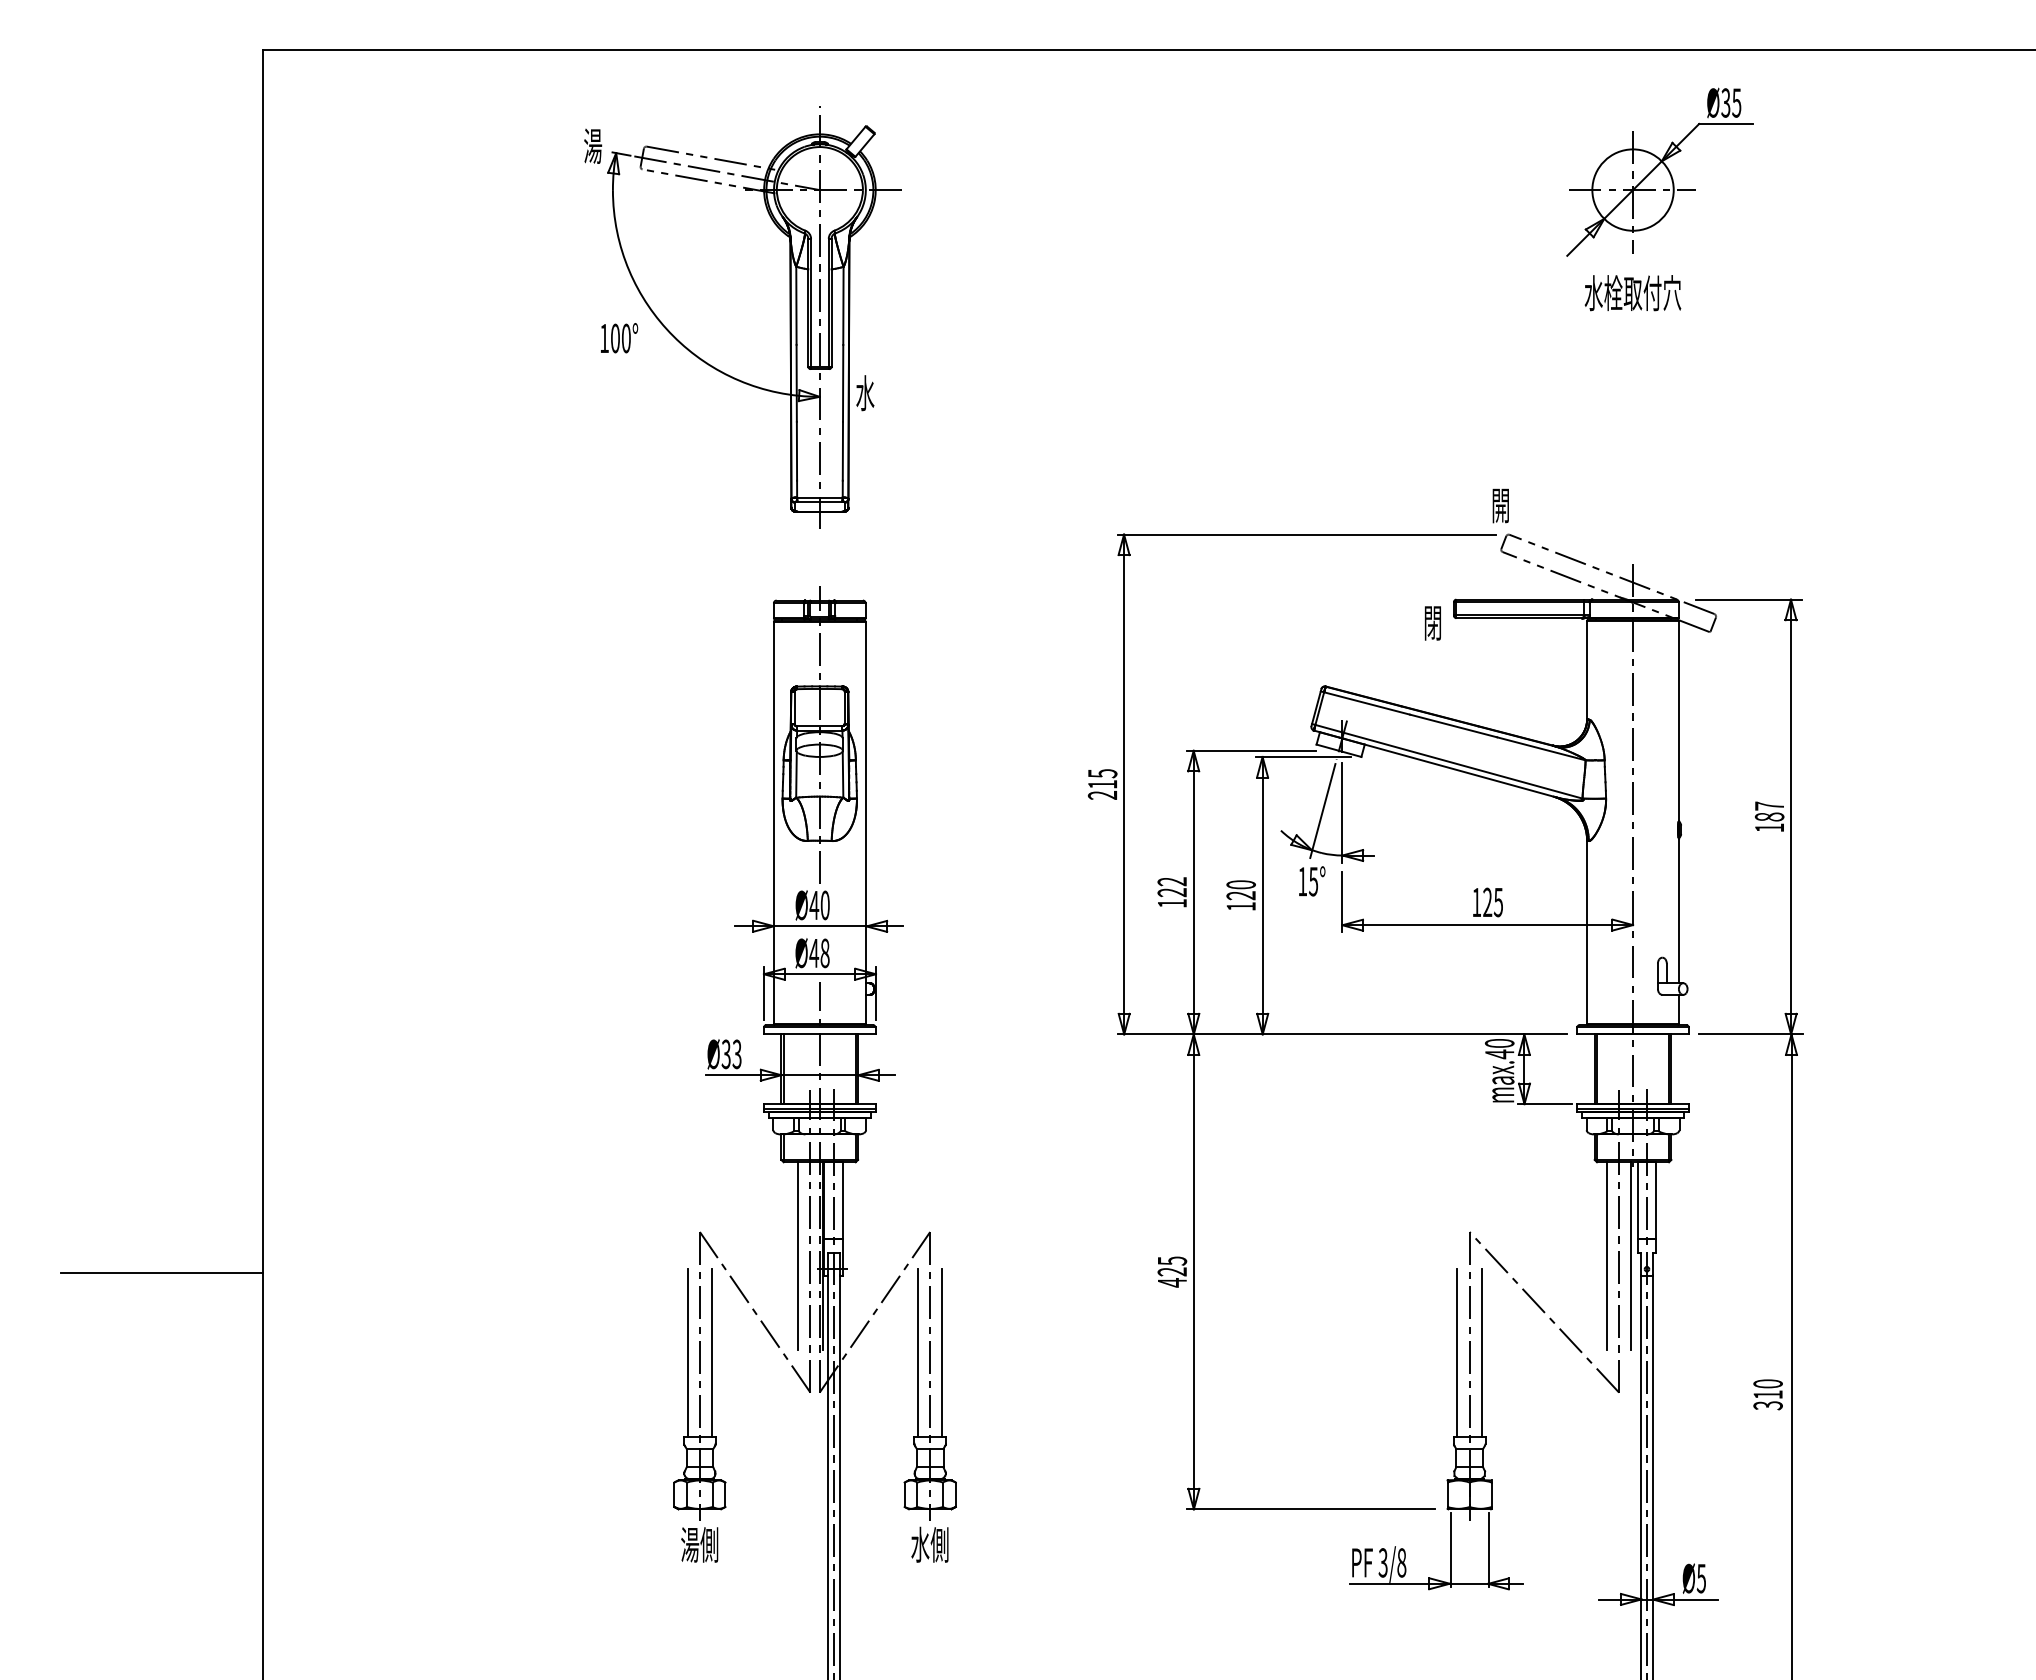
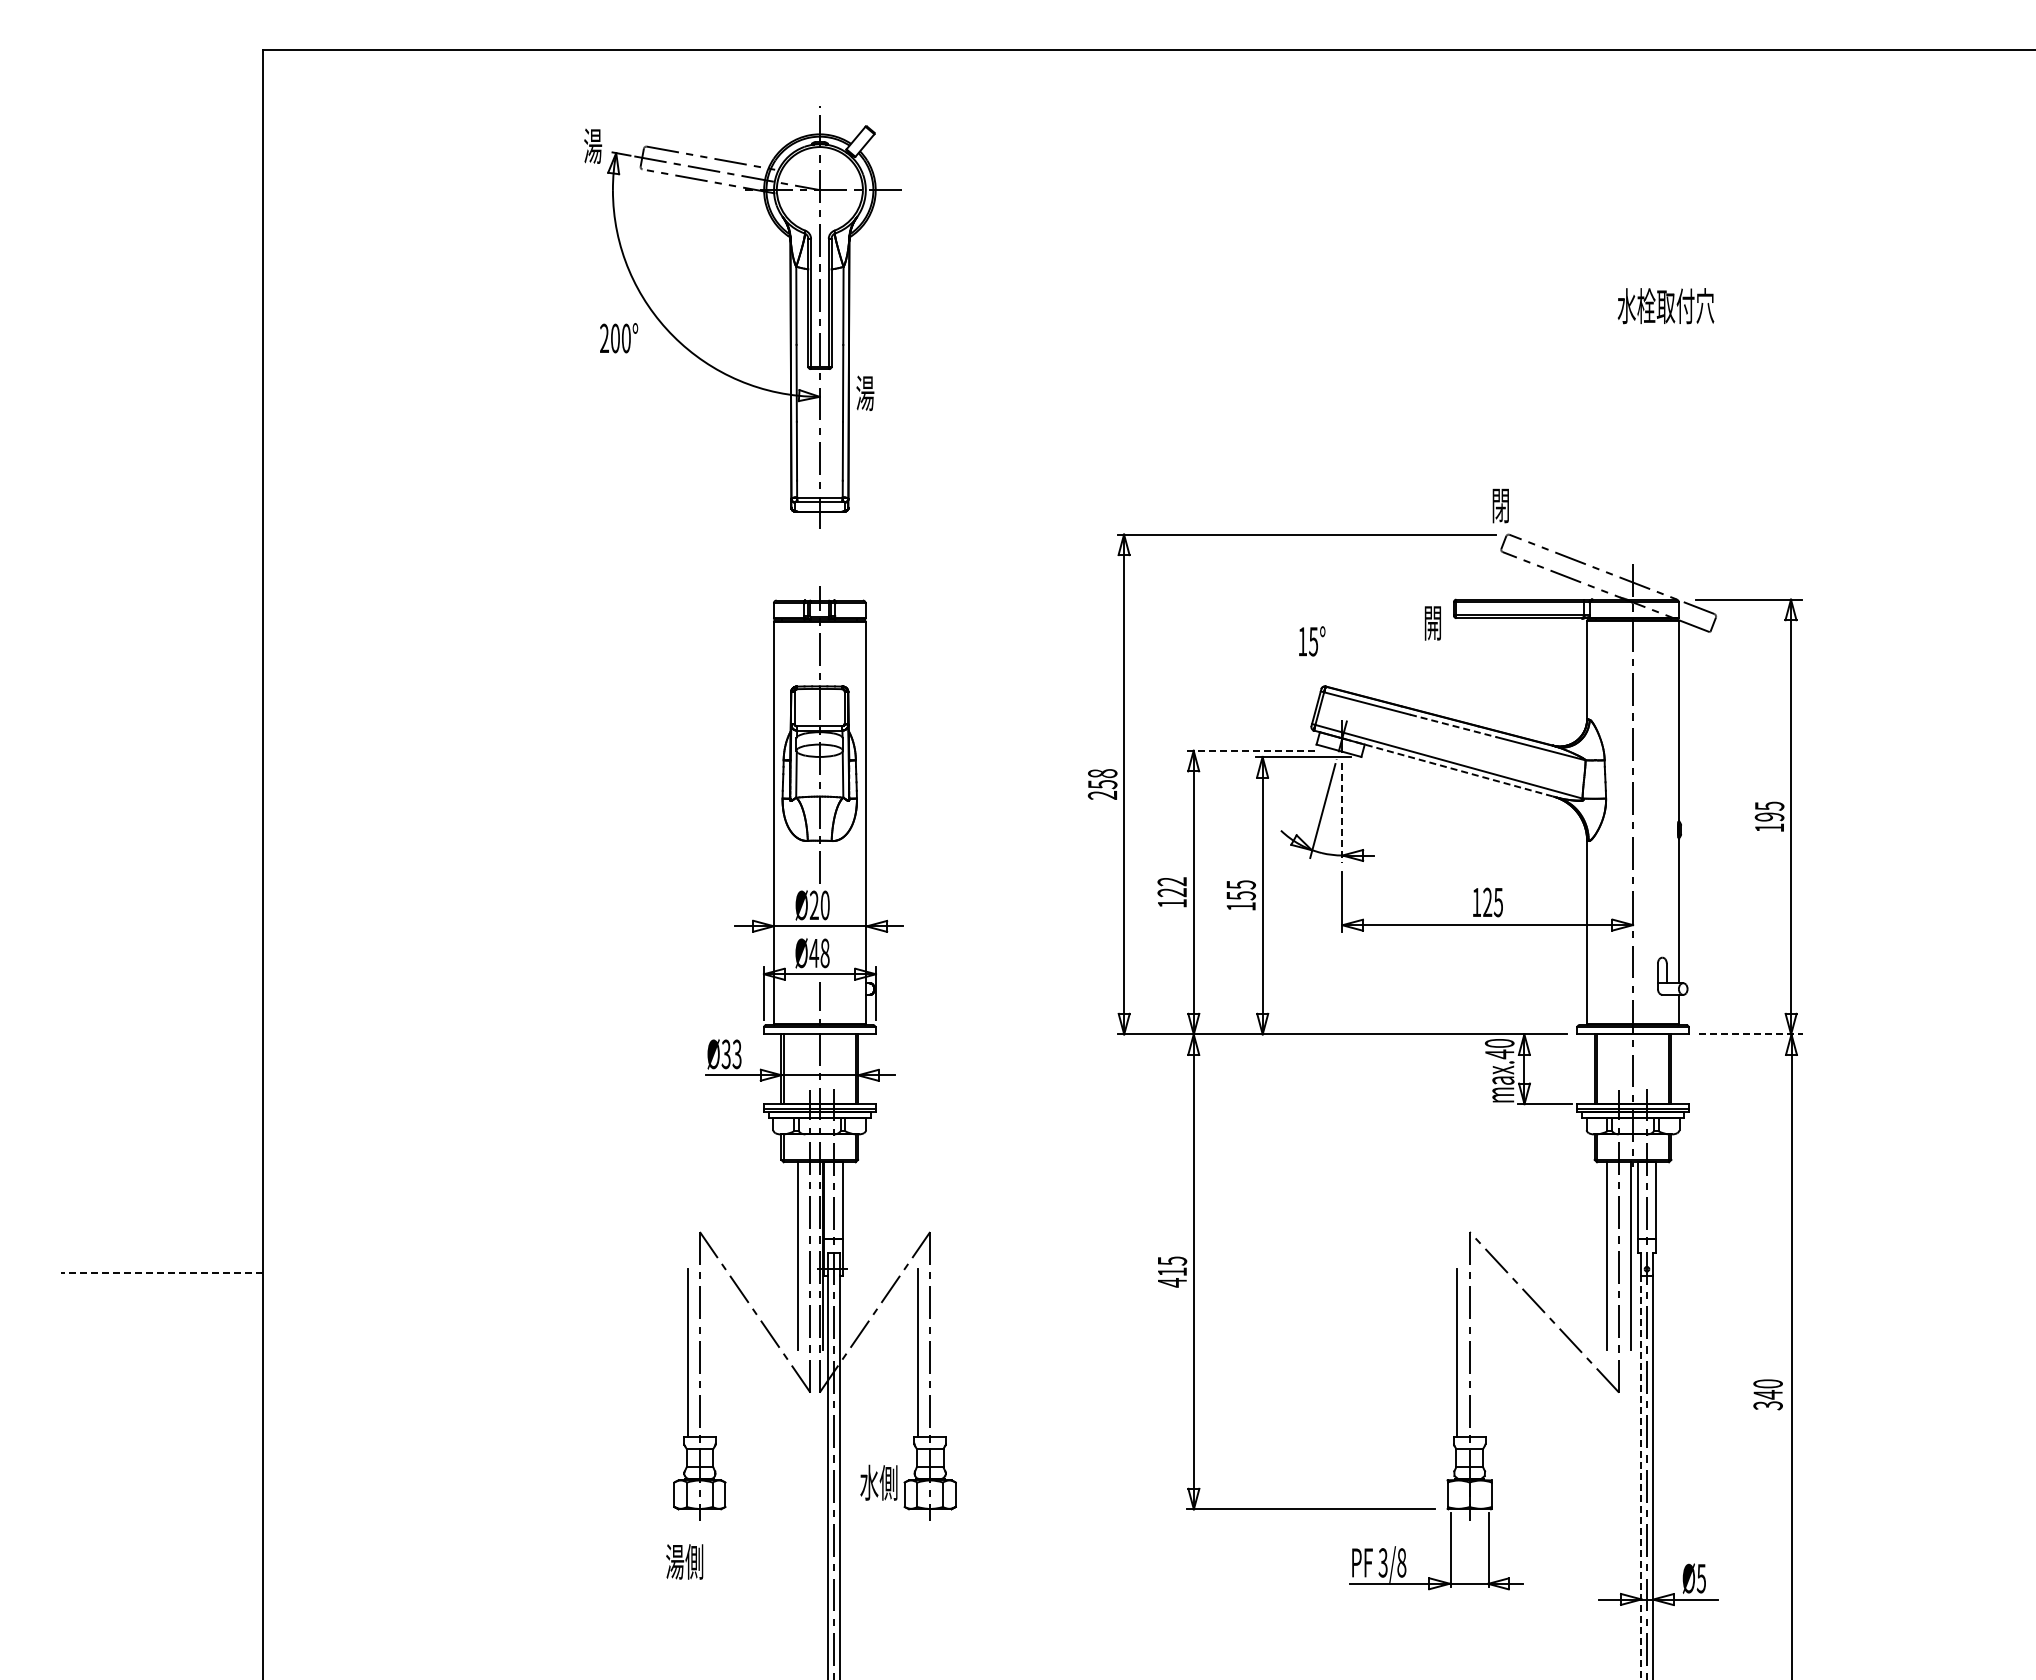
part at (1659, 171): present -> none
text at (1632, 293) position: (1632, 293) -> (1665, 306)
text at (604, 337): 100° -> 200°
text at (865, 393): 水 -> 湯
text at (1500, 508): 開 -> 閉
text at (1432, 625): 閉 -> 開
line at (1454, 726): solid -> dashed
line at (1251, 750): solid -> dashed
line at (1451, 768): solid -> dashed
text at (1102, 779): 215 -> 258
text at (1769, 811): 187 -> 195
line at (1342, 813): solid -> dashed
text at (1312, 881) position: (1312, 881) -> (1312, 641)
text at (1240, 890): 120 -> 155
text at (814, 904): Ø40 -> Ø20
line at (1751, 1034): solid -> dashed
text at (1171, 1271): 425 -> 415
line at (161, 1273): solid -> dashed
line at (712, 1353): present -> none
line at (942, 1353): present -> none
line at (1481, 1353): present -> none
text at (1767, 1394): 310 -> 340
line at (1641, 1477): solid -> dashed
text at (699, 1544) position: (699, 1544) -> (684, 1561)
text at (929, 1544) position: (929, 1544) -> (878, 1482)
